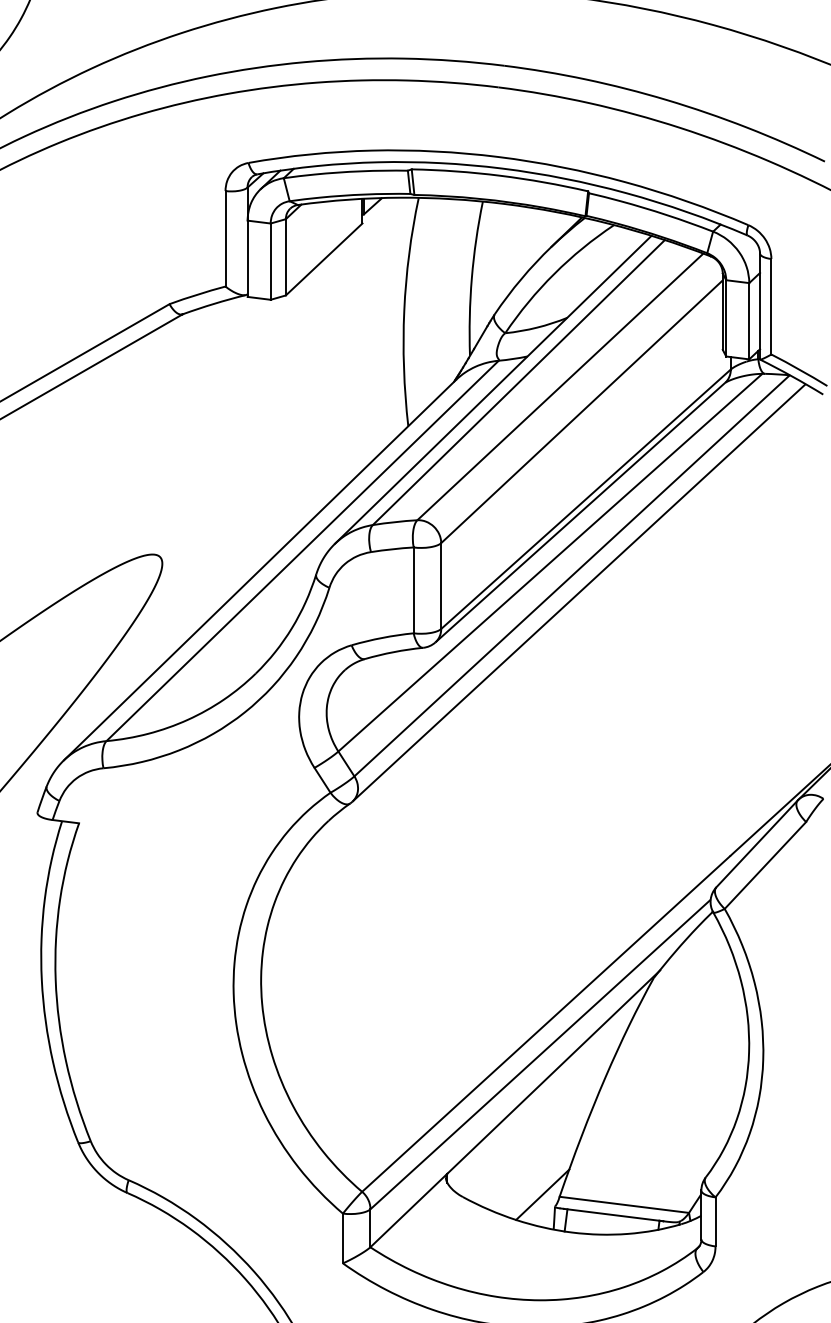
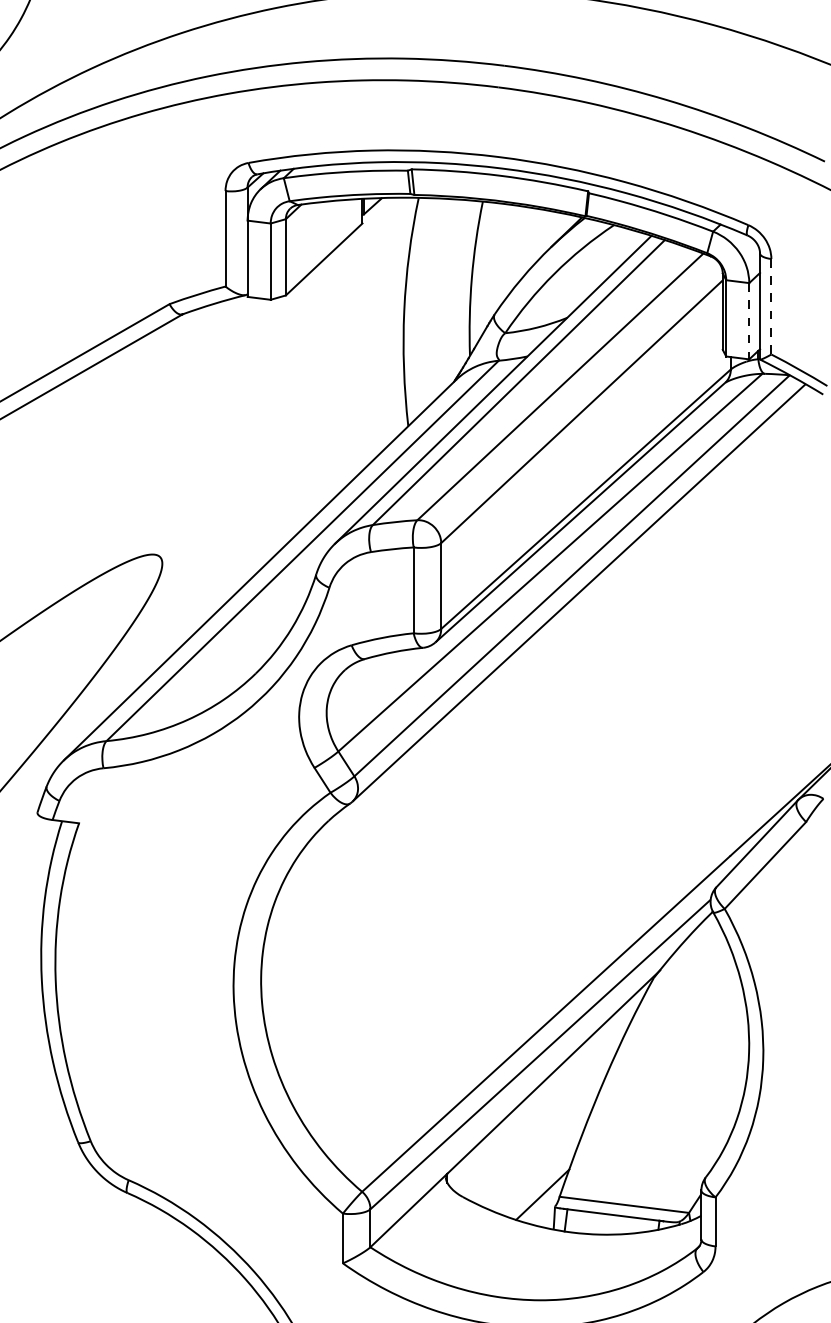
line at (771, 306): solid -> dashed
line at (749, 321): solid -> dashed
